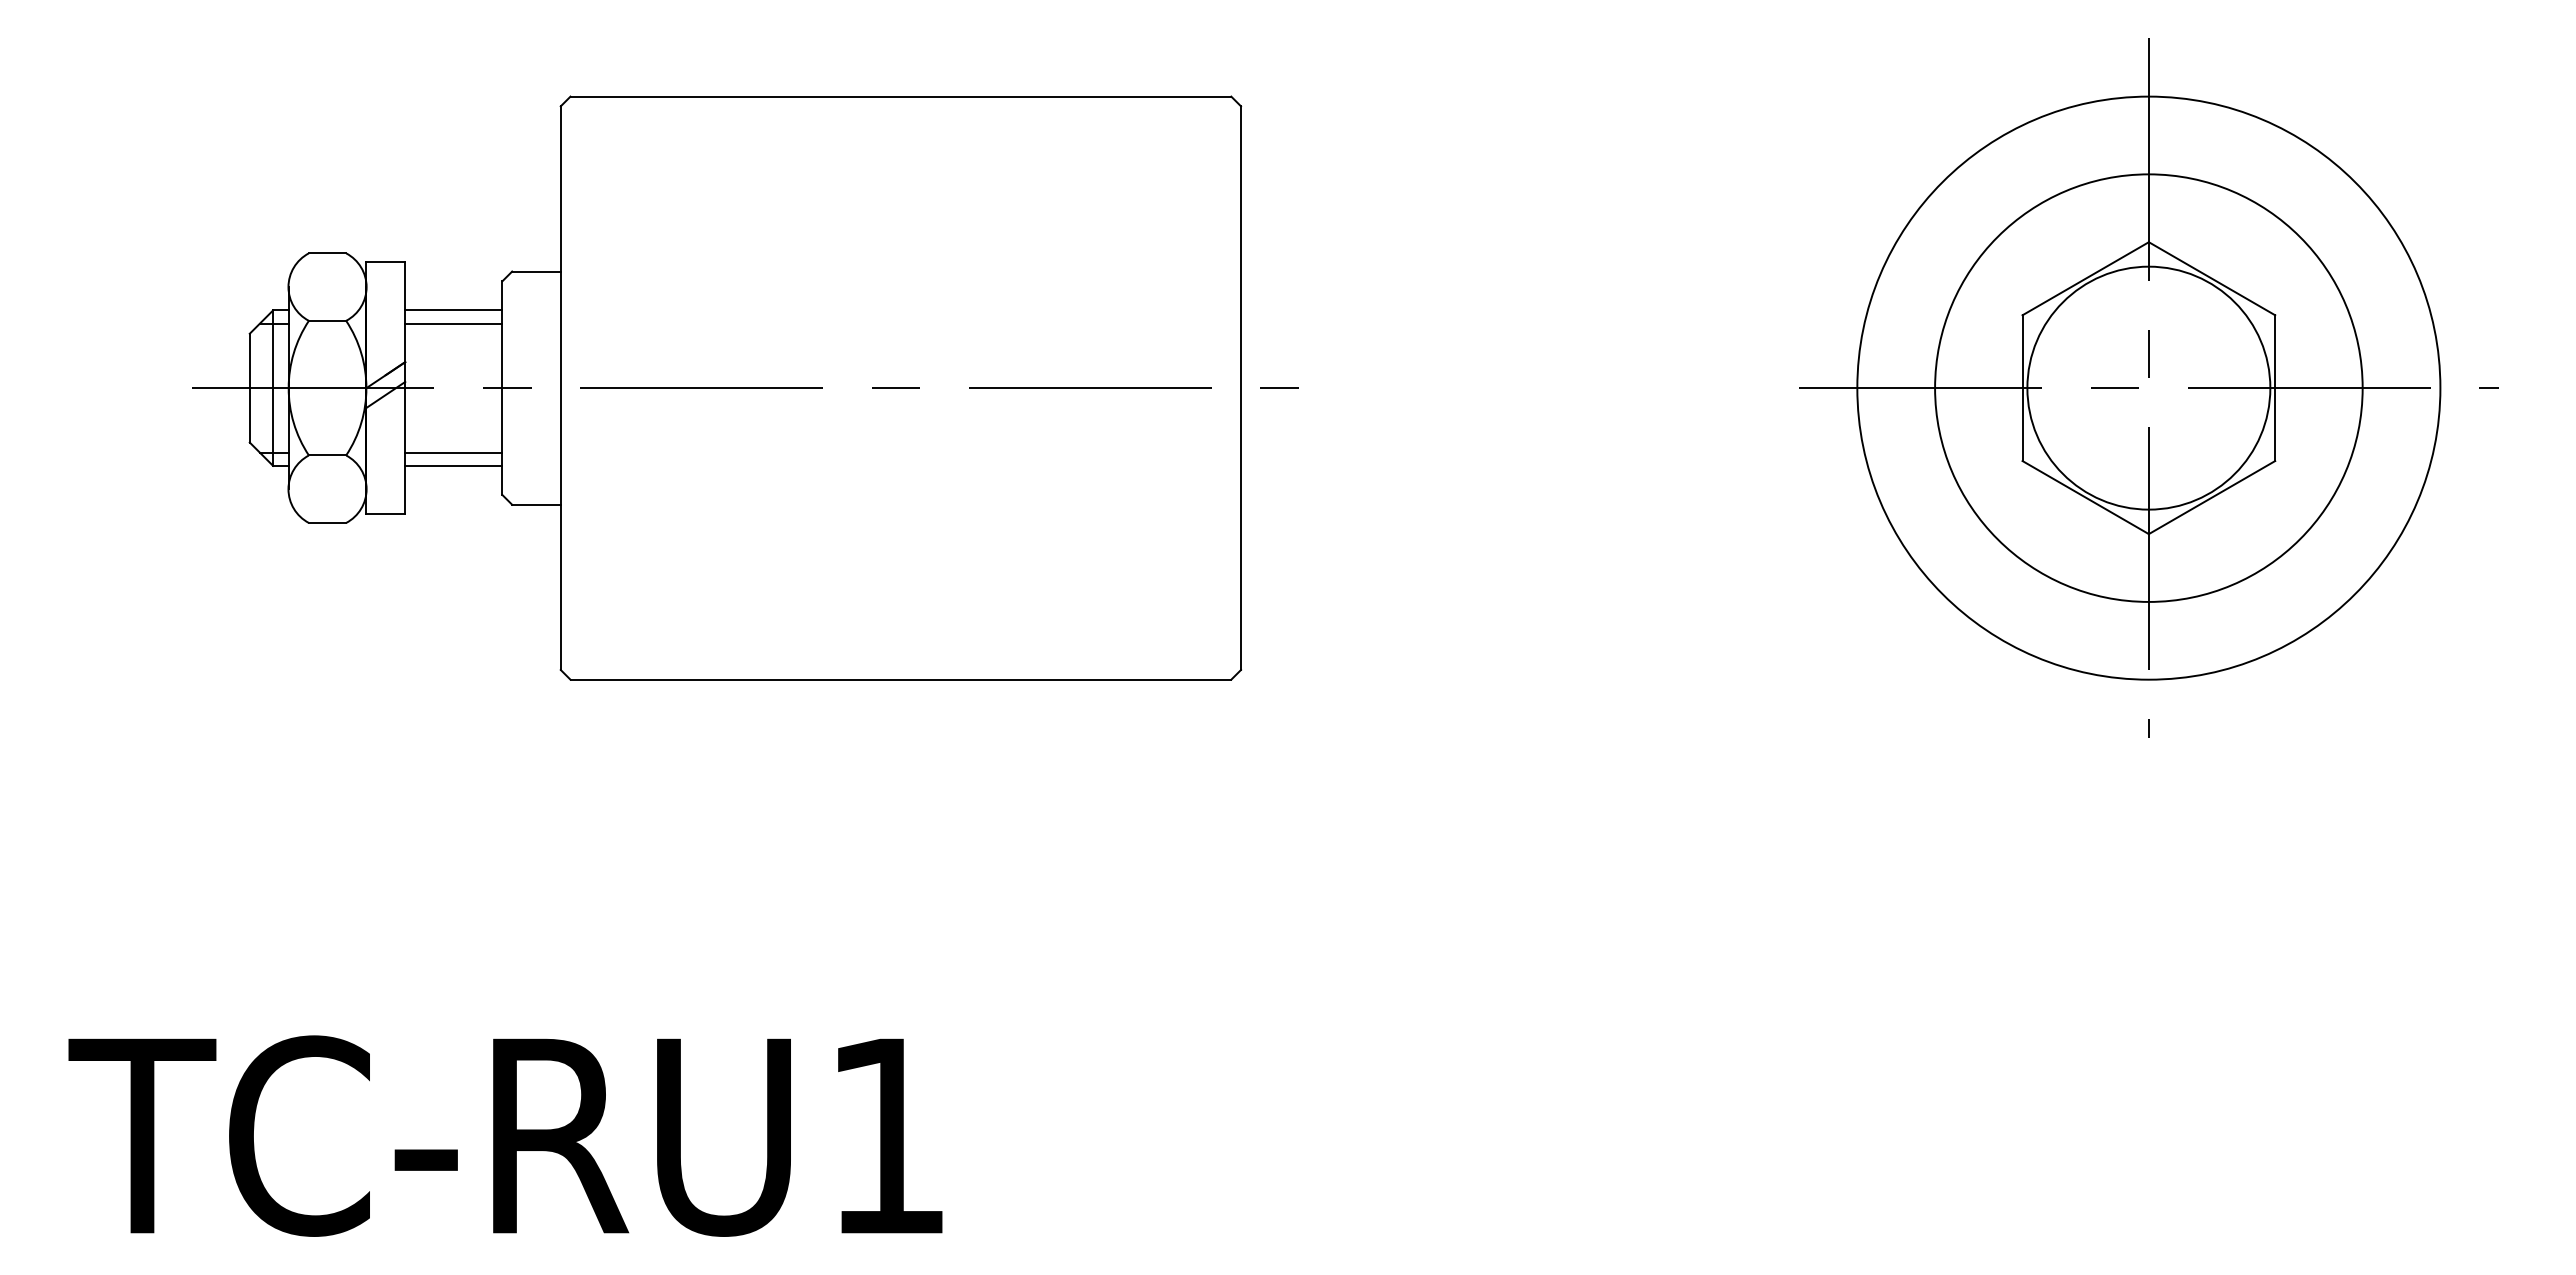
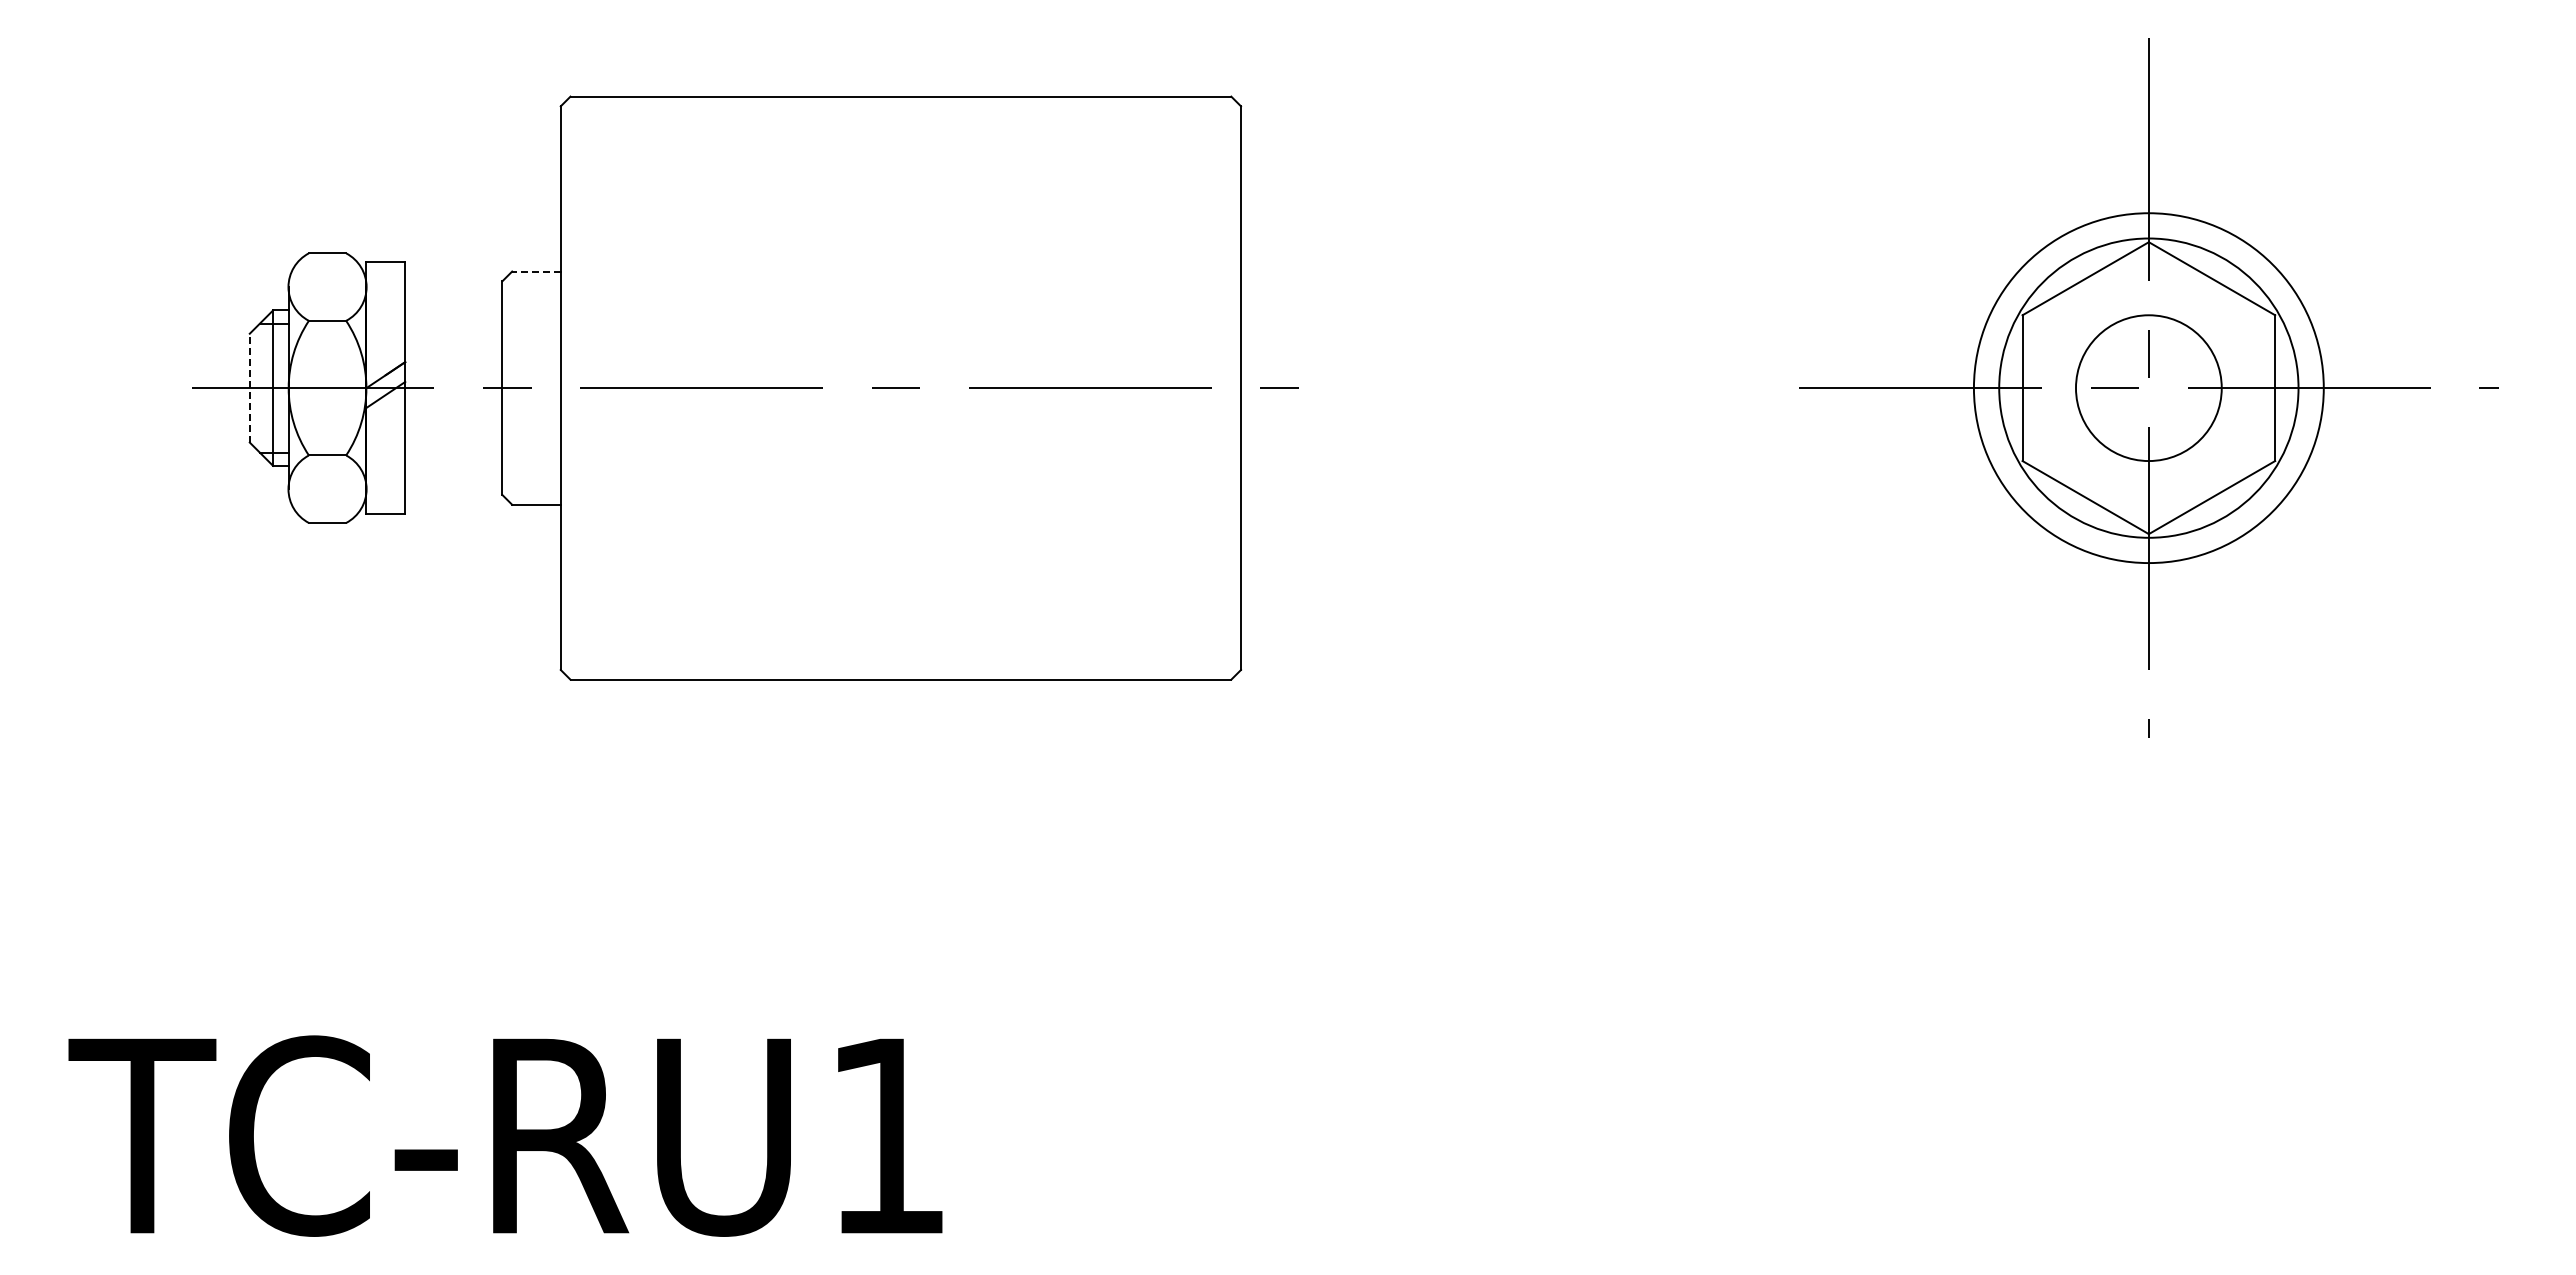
line at (535, 271): solid -> dashed
line at (453, 310): present -> none
line at (453, 323): present -> none
line at (249, 387): solid -> dashed
circle at (2148, 387) diameter: 243 px -> 146 px
circle at (2148, 387) diameter: 428 px -> 299 px
circle at (2148, 387) diameter: 583 px -> 350 px
line at (453, 452): present -> none
line at (453, 465): present -> none
